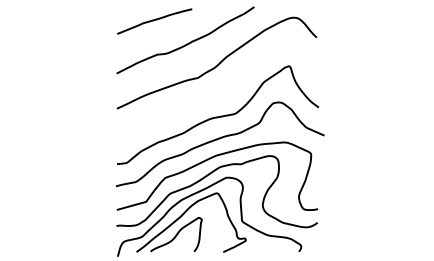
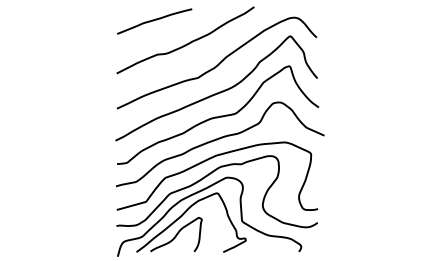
curve at (217, 92): none -> present
